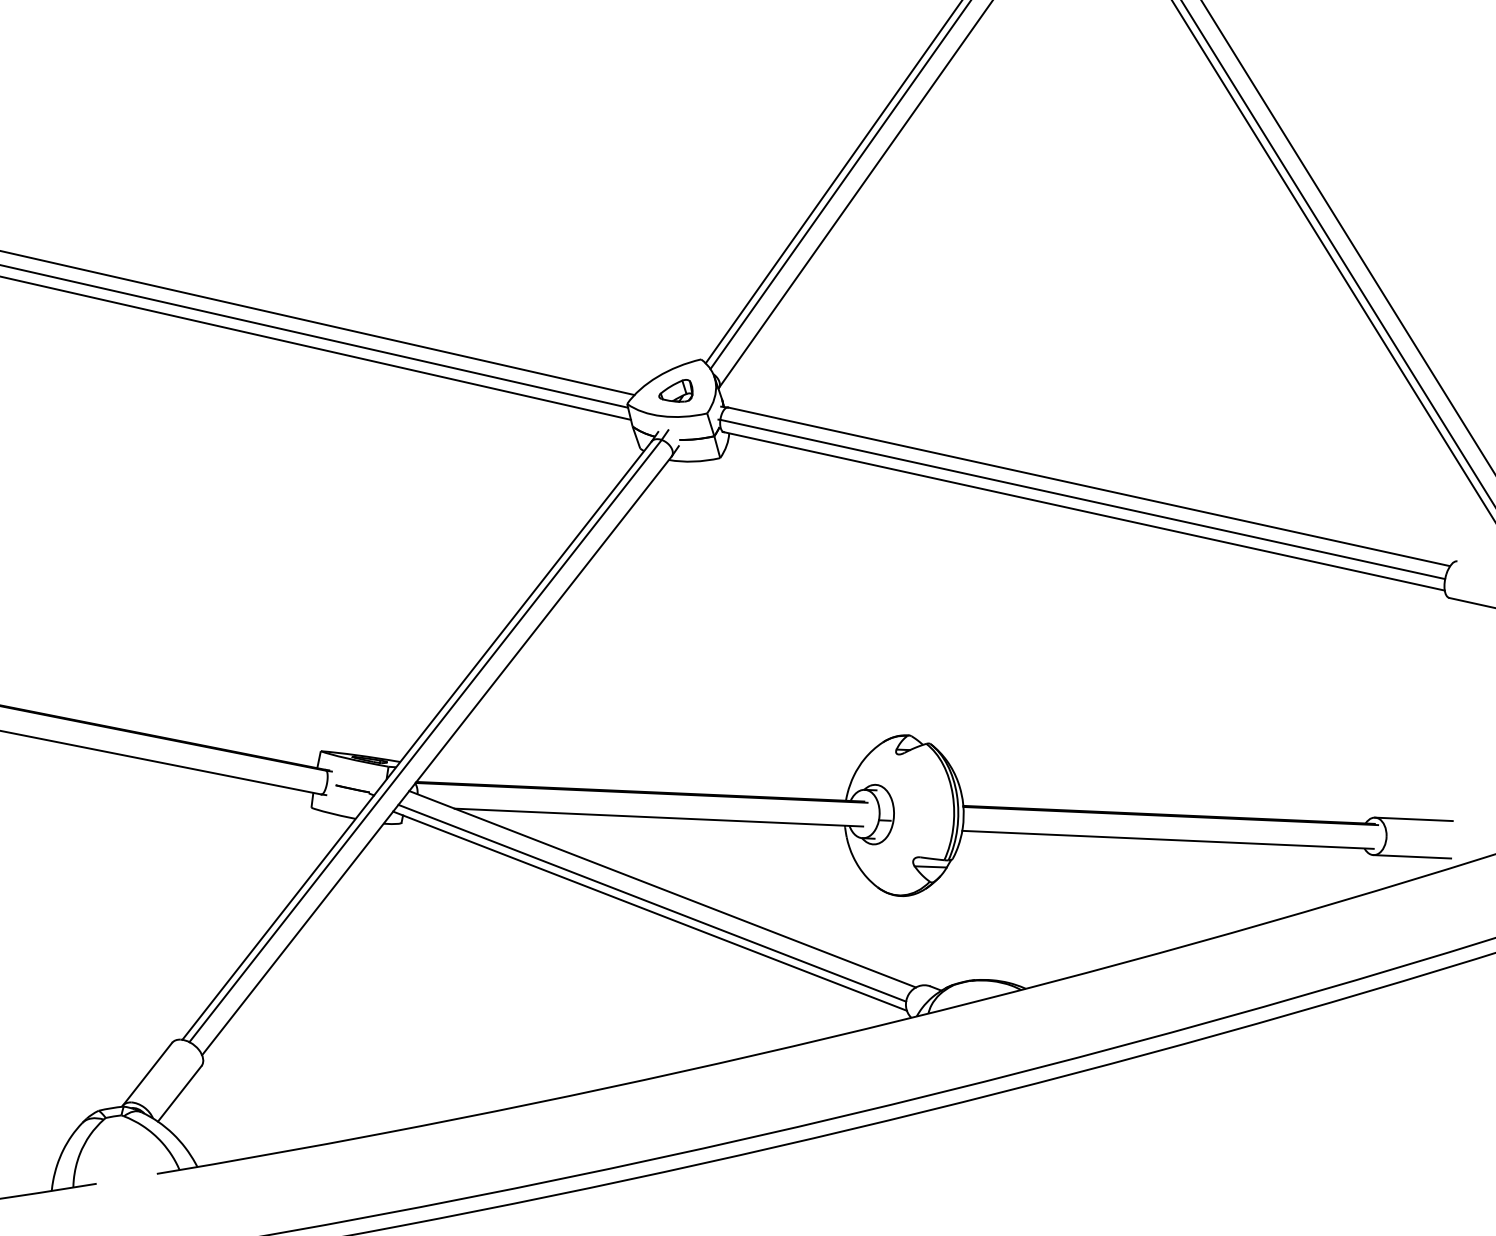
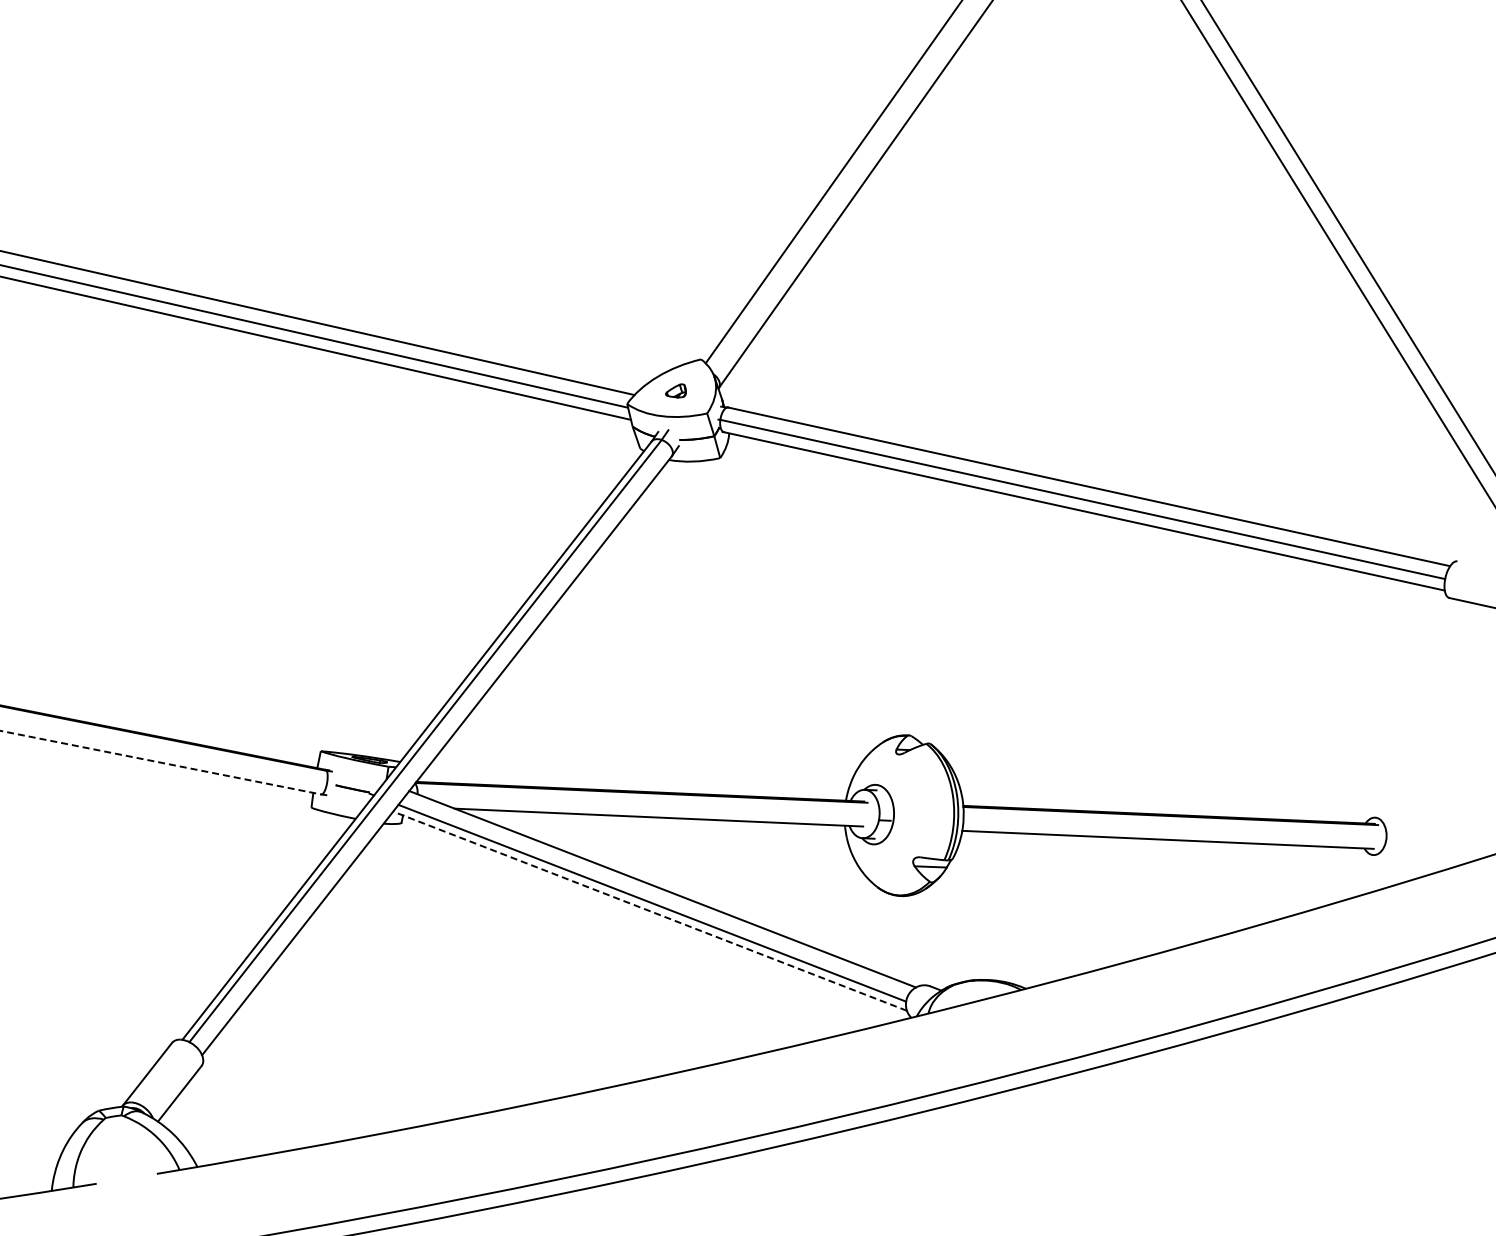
line at (839, 185): present -> none
line at (1332, 259): present -> none
part at (675, 390) size: 36x24 px -> 22x16 px
line at (161, 762): solid -> dashed
line at (1413, 819): present -> none
line at (1412, 856): present -> none
line at (650, 911): solid -> dashed
